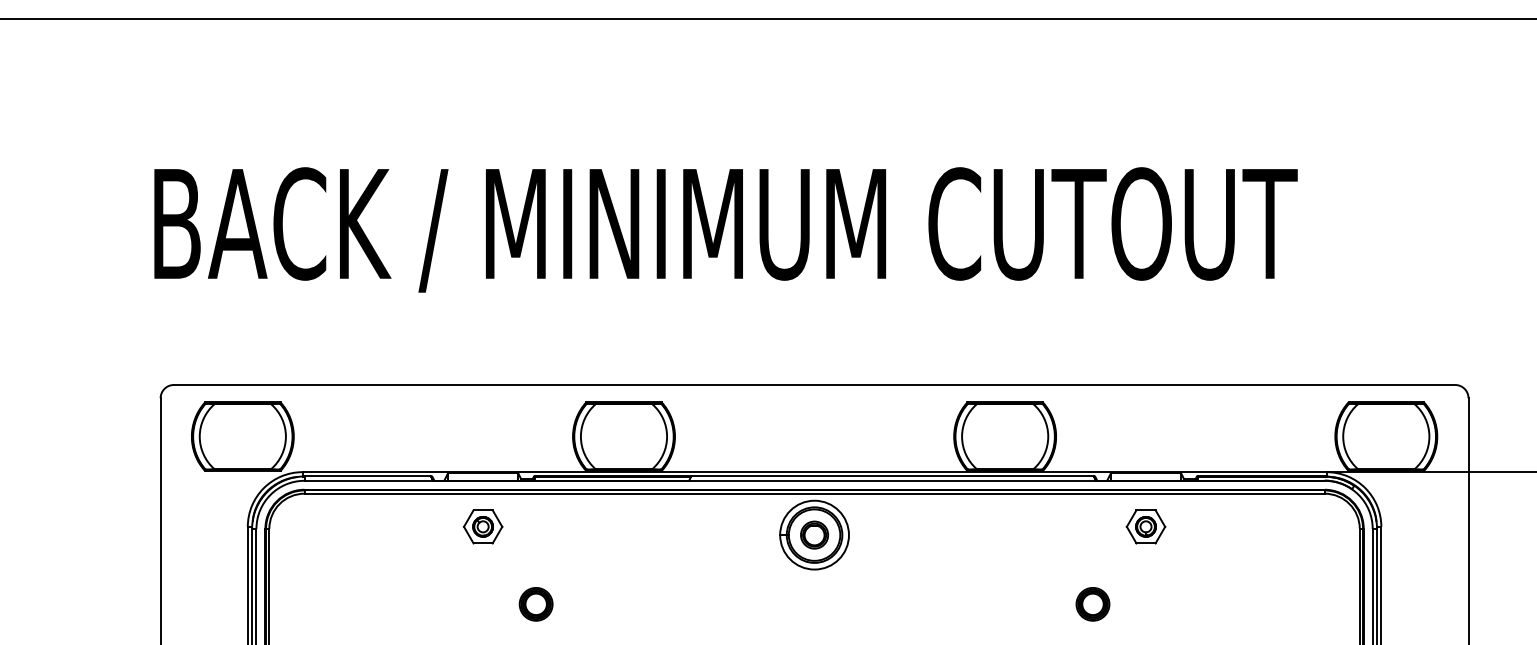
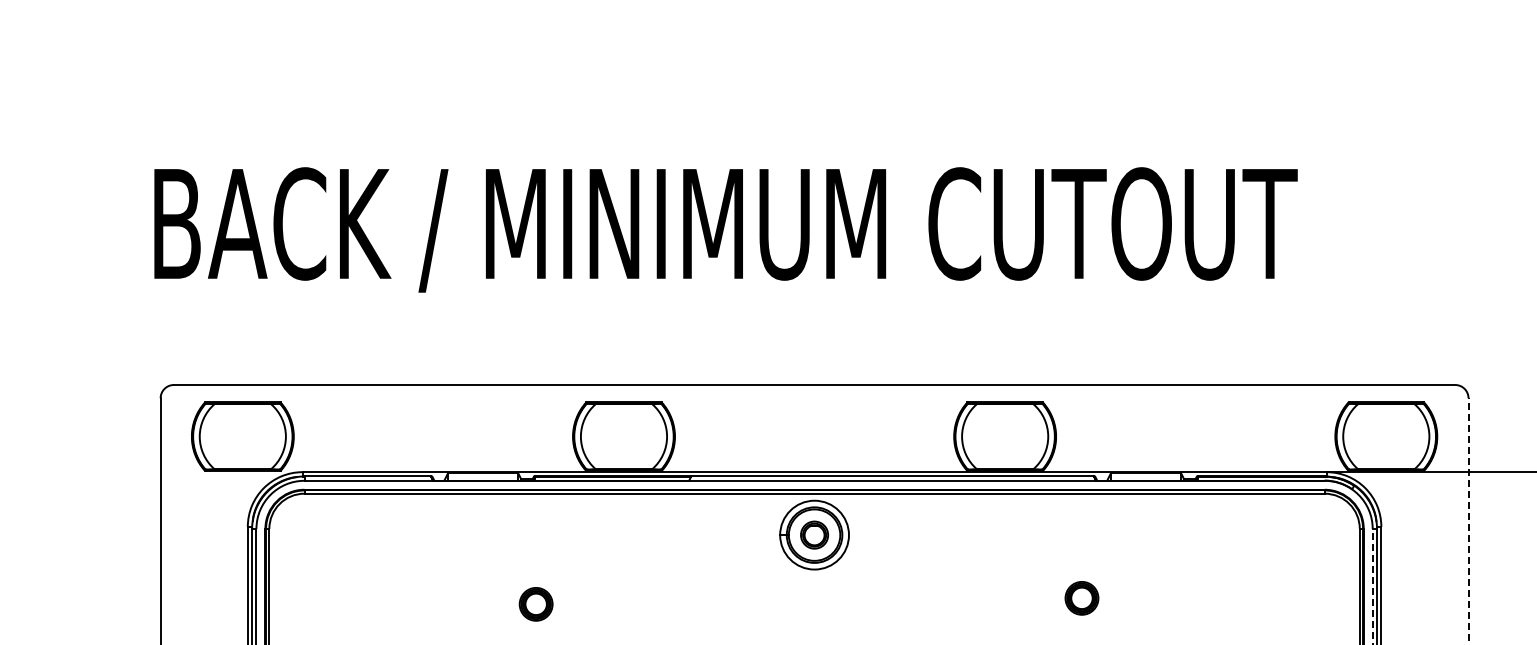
line at (767, 19): present -> none
line at (1468, 521): solid -> dashed
part at (482, 526): present -> none
part at (1145, 526): present -> none
line at (1372, 586): solid -> dashed
part at (1092, 604) position: (1092, 604) -> (1081, 598)
